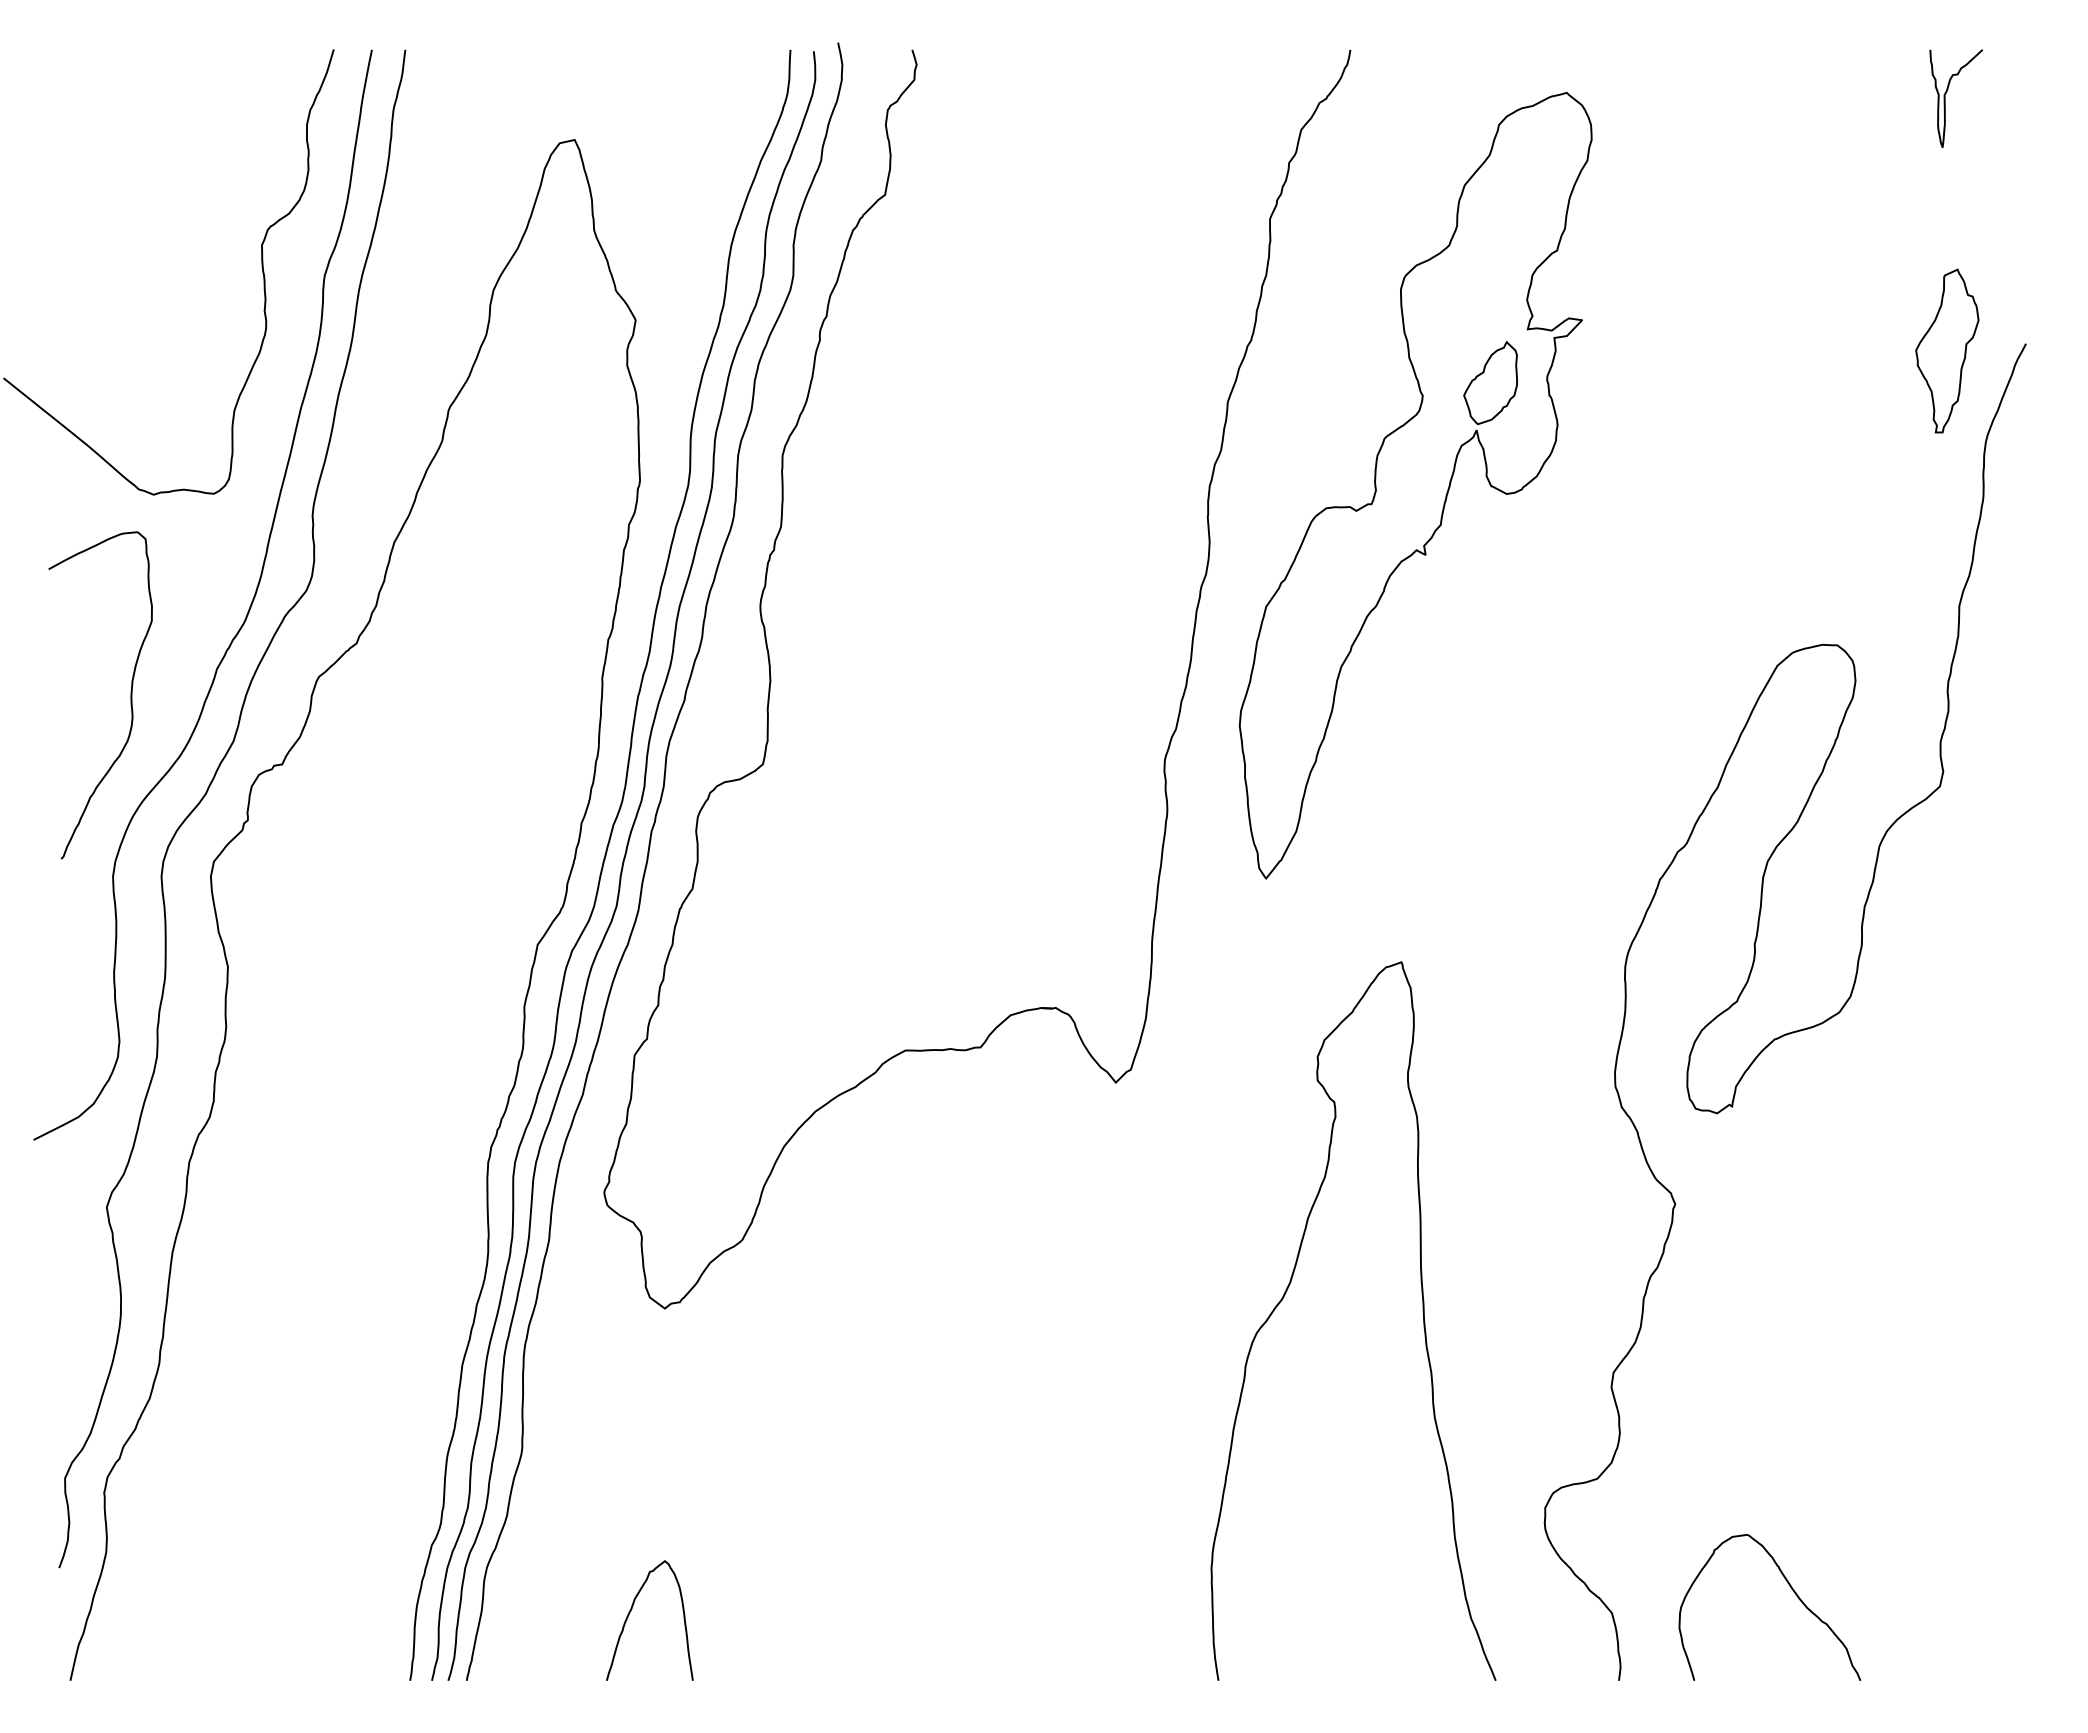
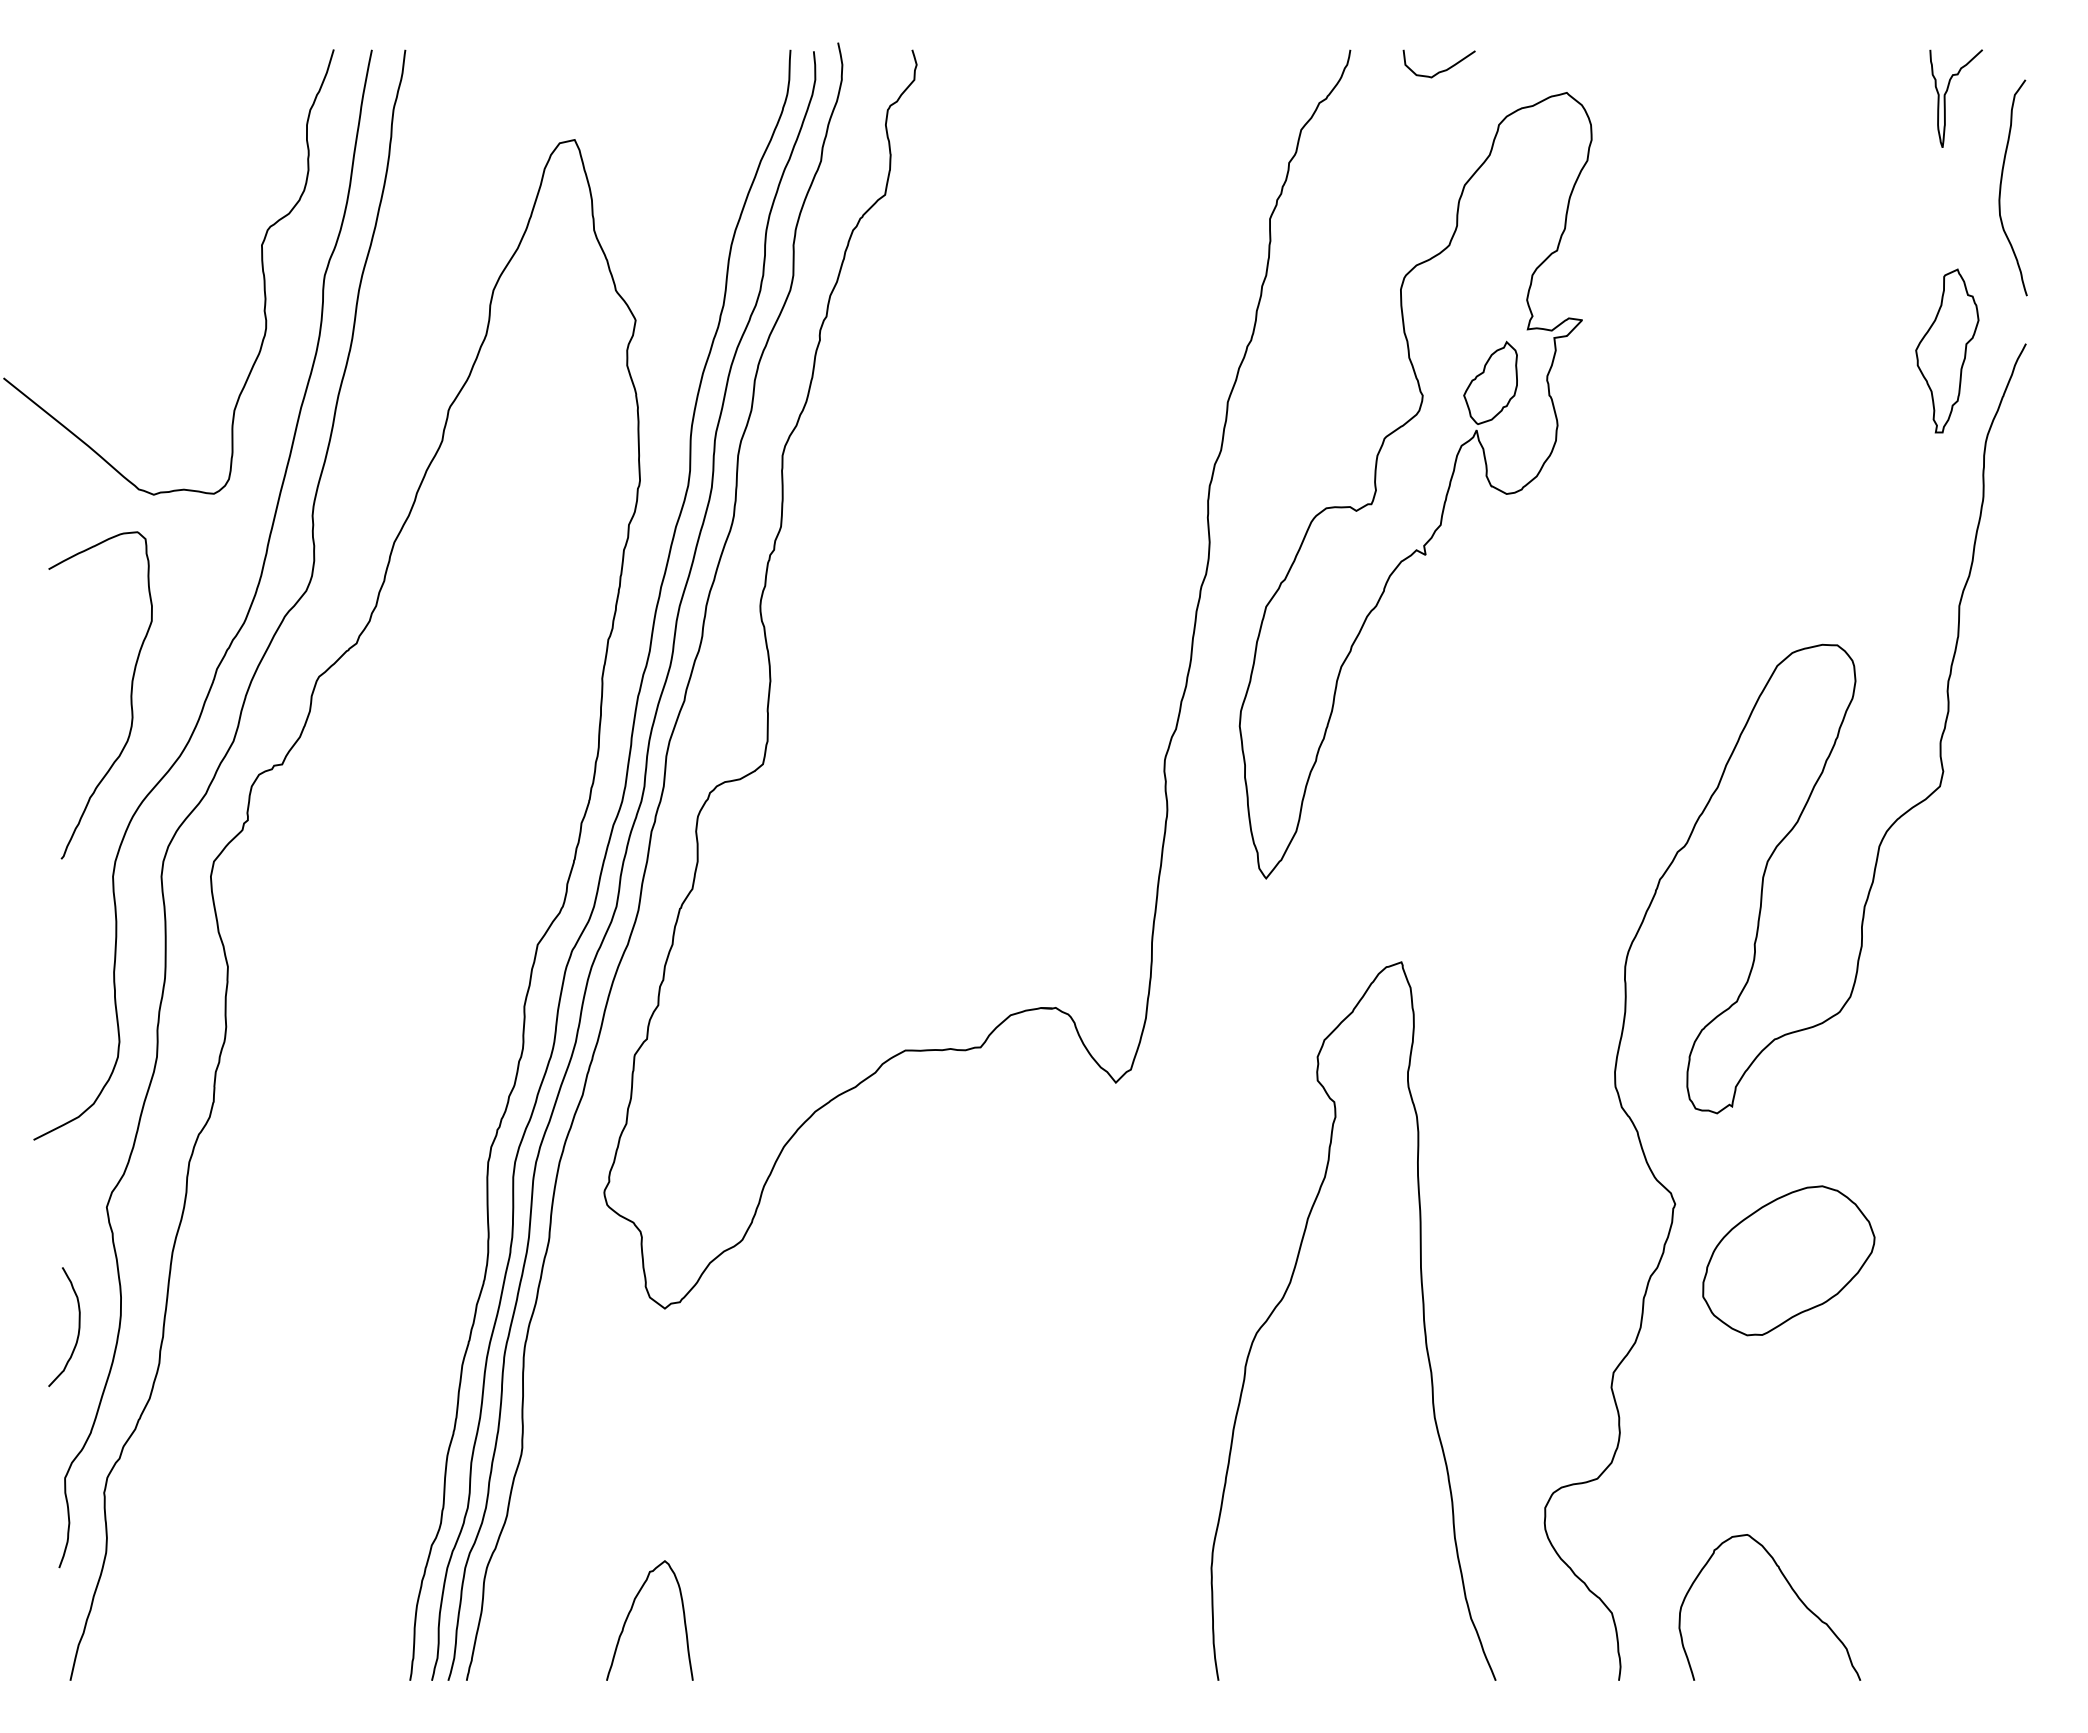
curve at (1441, 70): none -> present
curve at (2001, 187): none -> present
part at (1788, 1260): none -> present
curve at (78, 1327): none -> present
